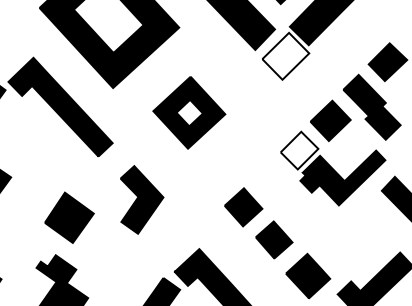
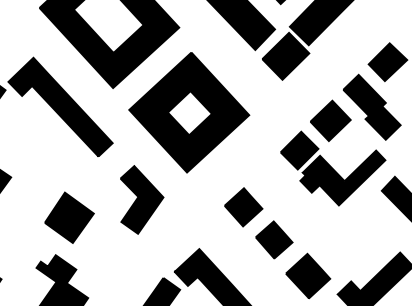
fill at (285, 55): none -> present
part at (189, 112) size: 75x74 px -> 123x122 px
fill at (299, 150): none -> present
